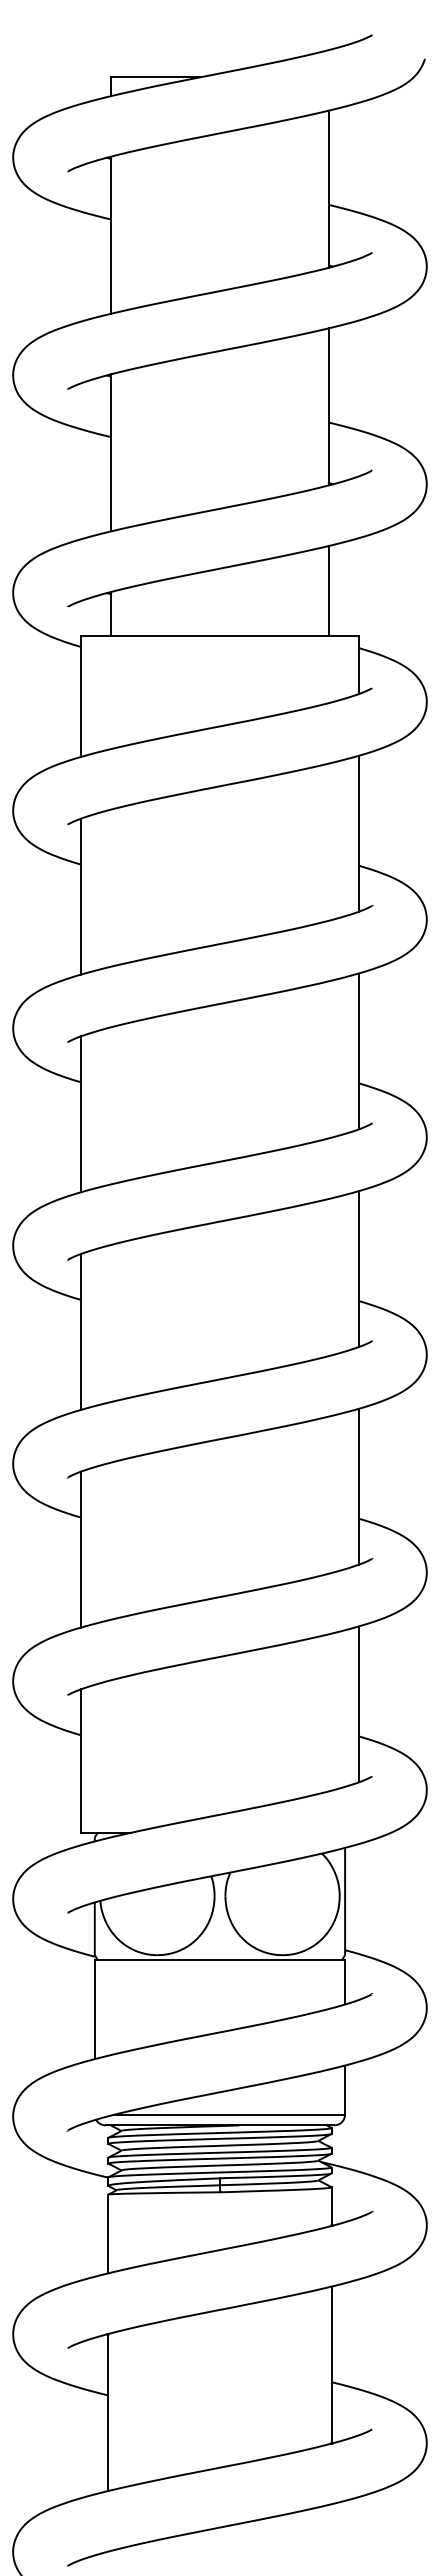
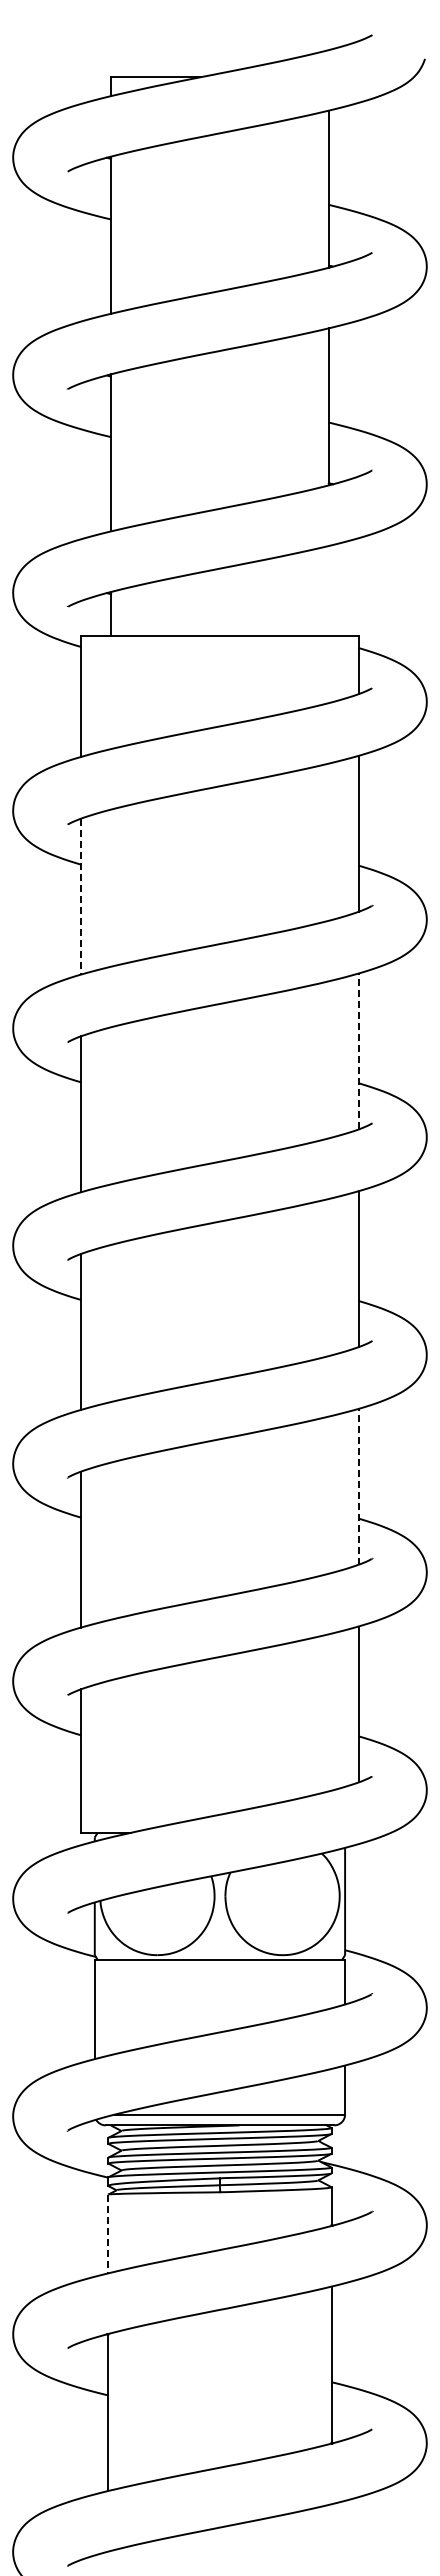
line at (328, 590): present -> none
line at (81, 896): solid -> dashed
line at (358, 1051): solid -> dashed
line at (358, 1486): solid -> dashed
line at (108, 2234): solid -> dashed
